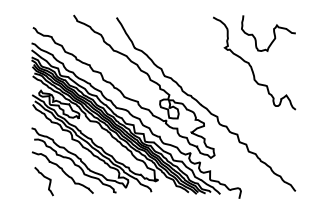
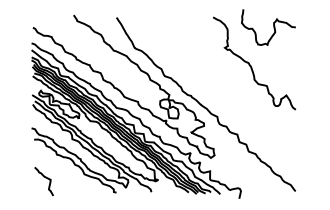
curve at (273, 33) position: (273, 33) -> (273, 27)
curve at (62, 171): present -> none
